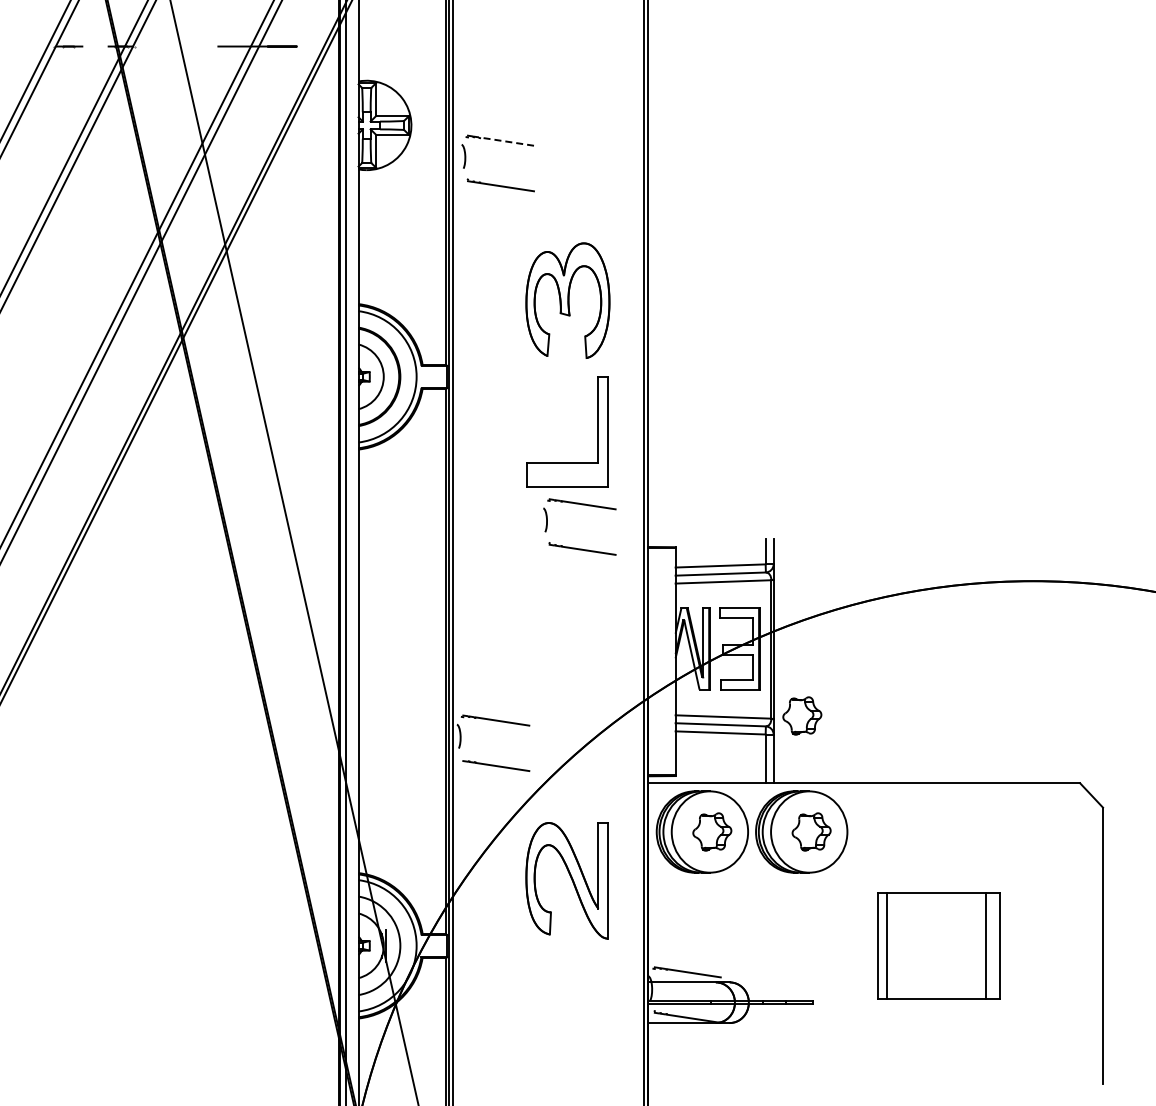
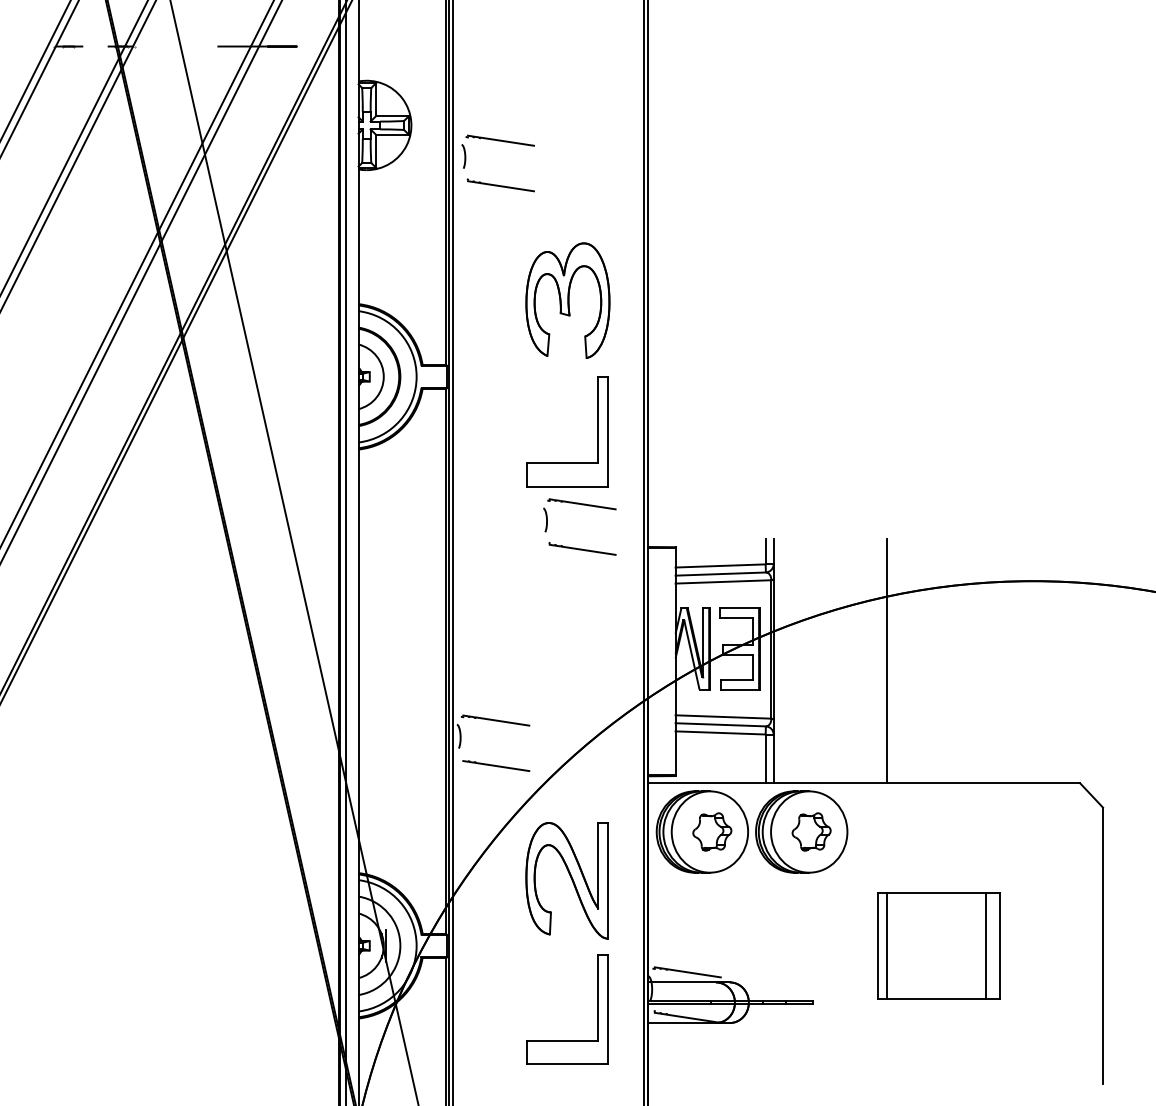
line at (506, 141): dashed -> solid
line at (886, 661): none -> present
part at (802, 715): present -> none
part at (597, 1009): none -> present
